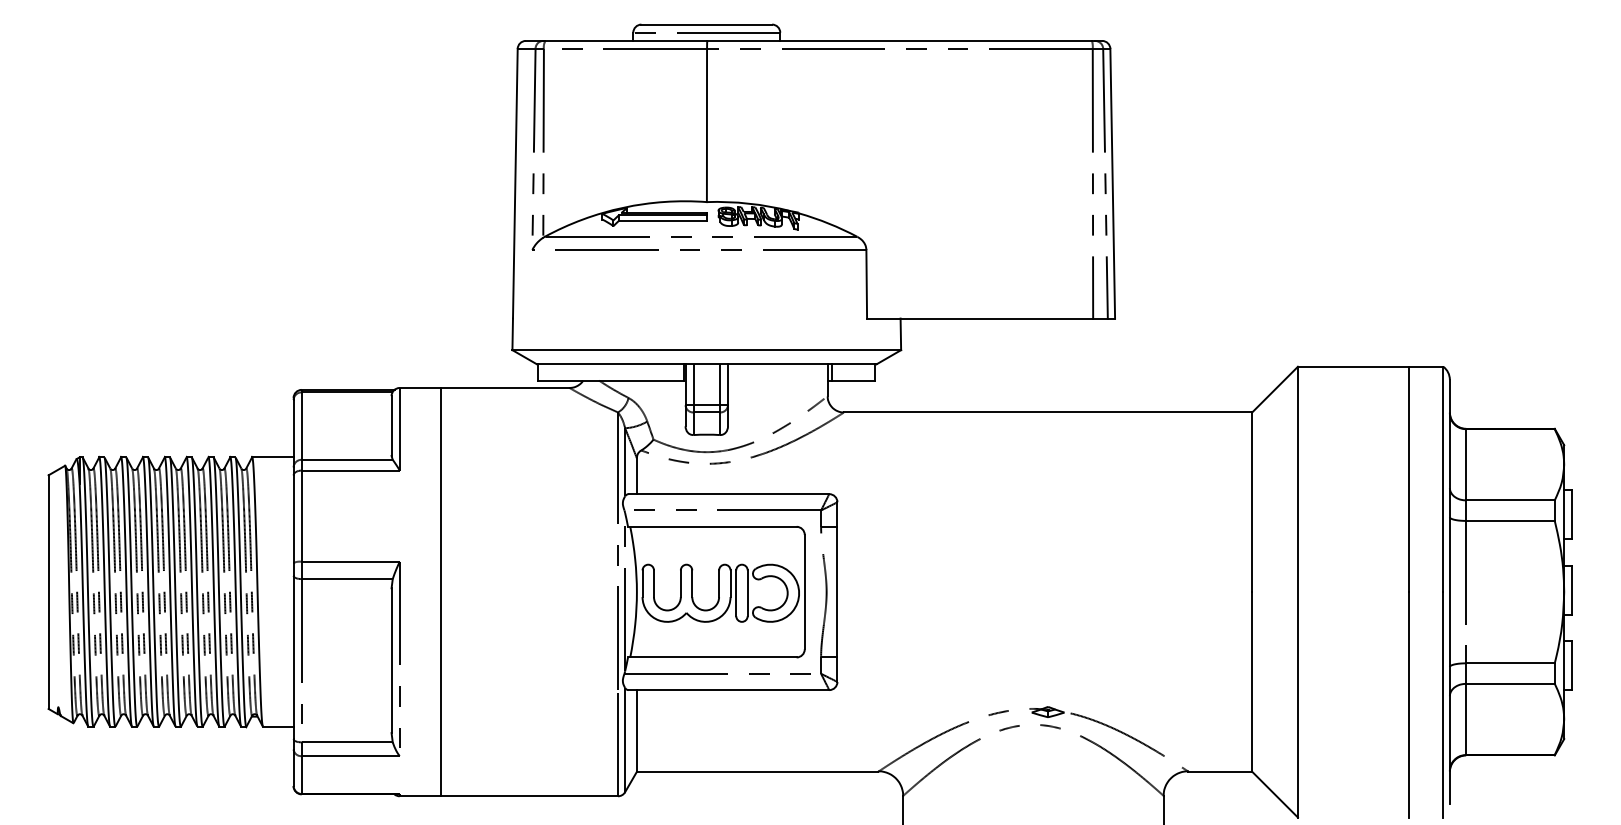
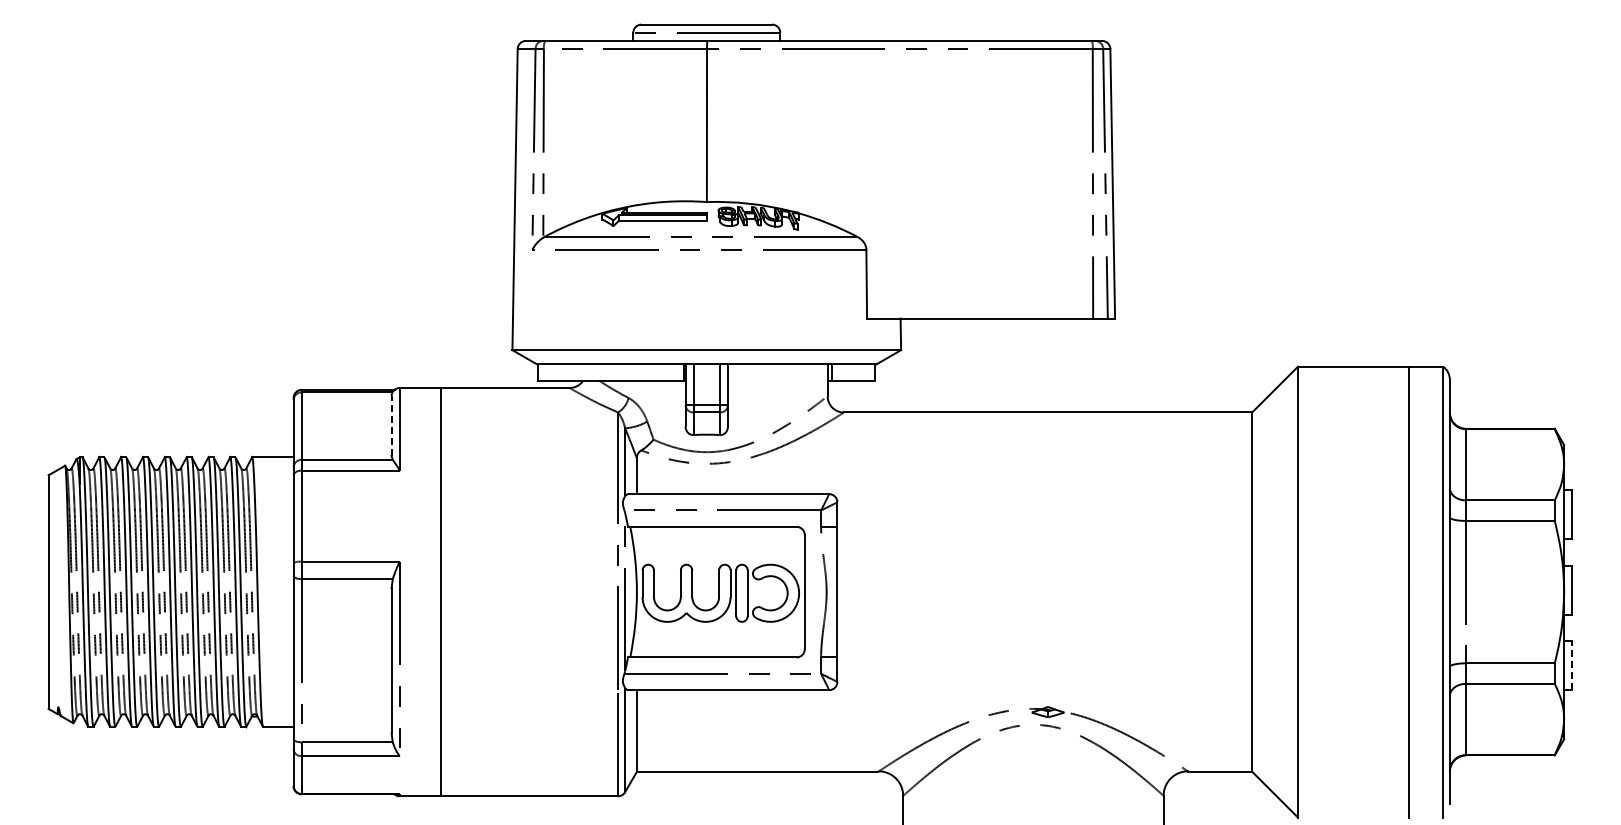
line at (391, 426): solid -> dashed
line at (1572, 664): solid -> dashed
